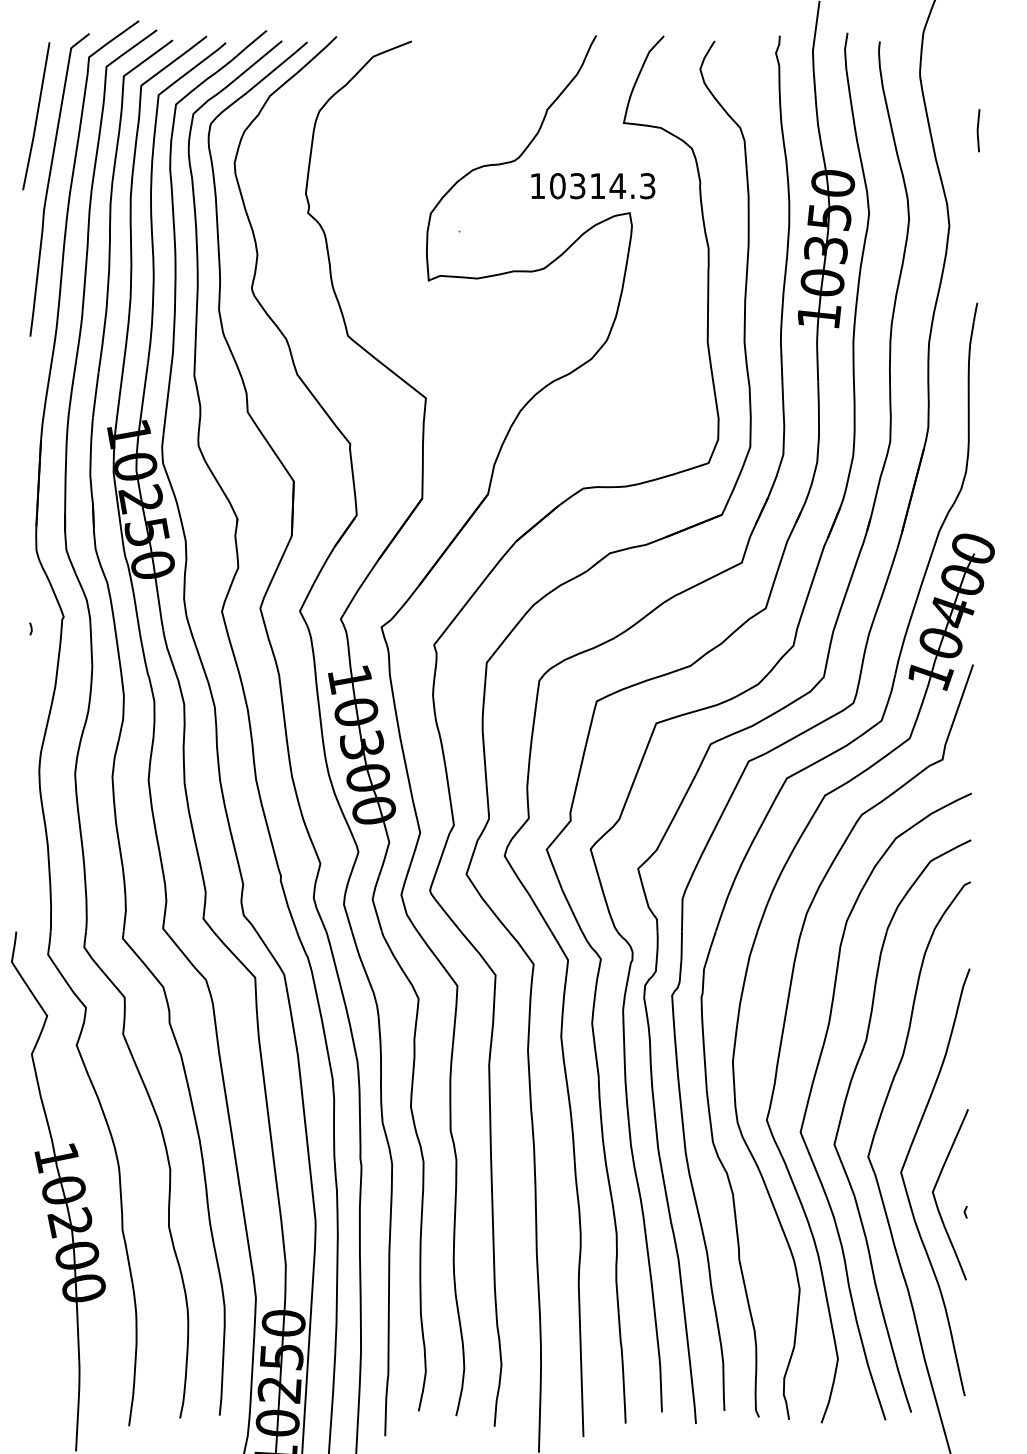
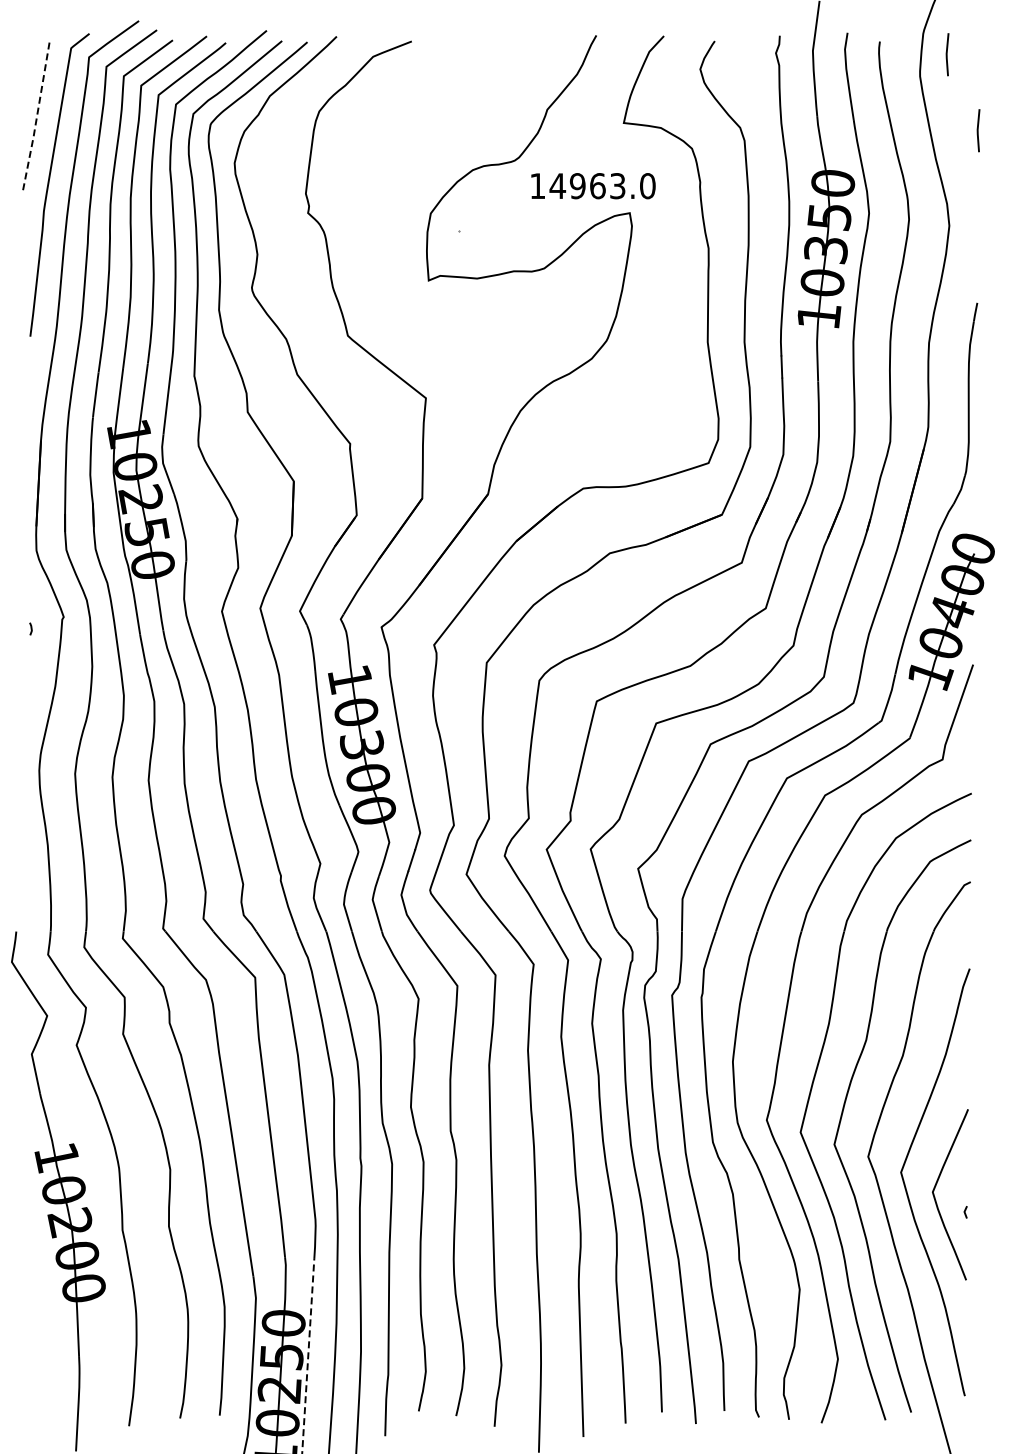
line at (947, 54): none -> present
line at (36, 117): solid -> dashed
text at (602, 186): 10314.3 -> 14963.0
line at (308, 1356): solid -> dashed
